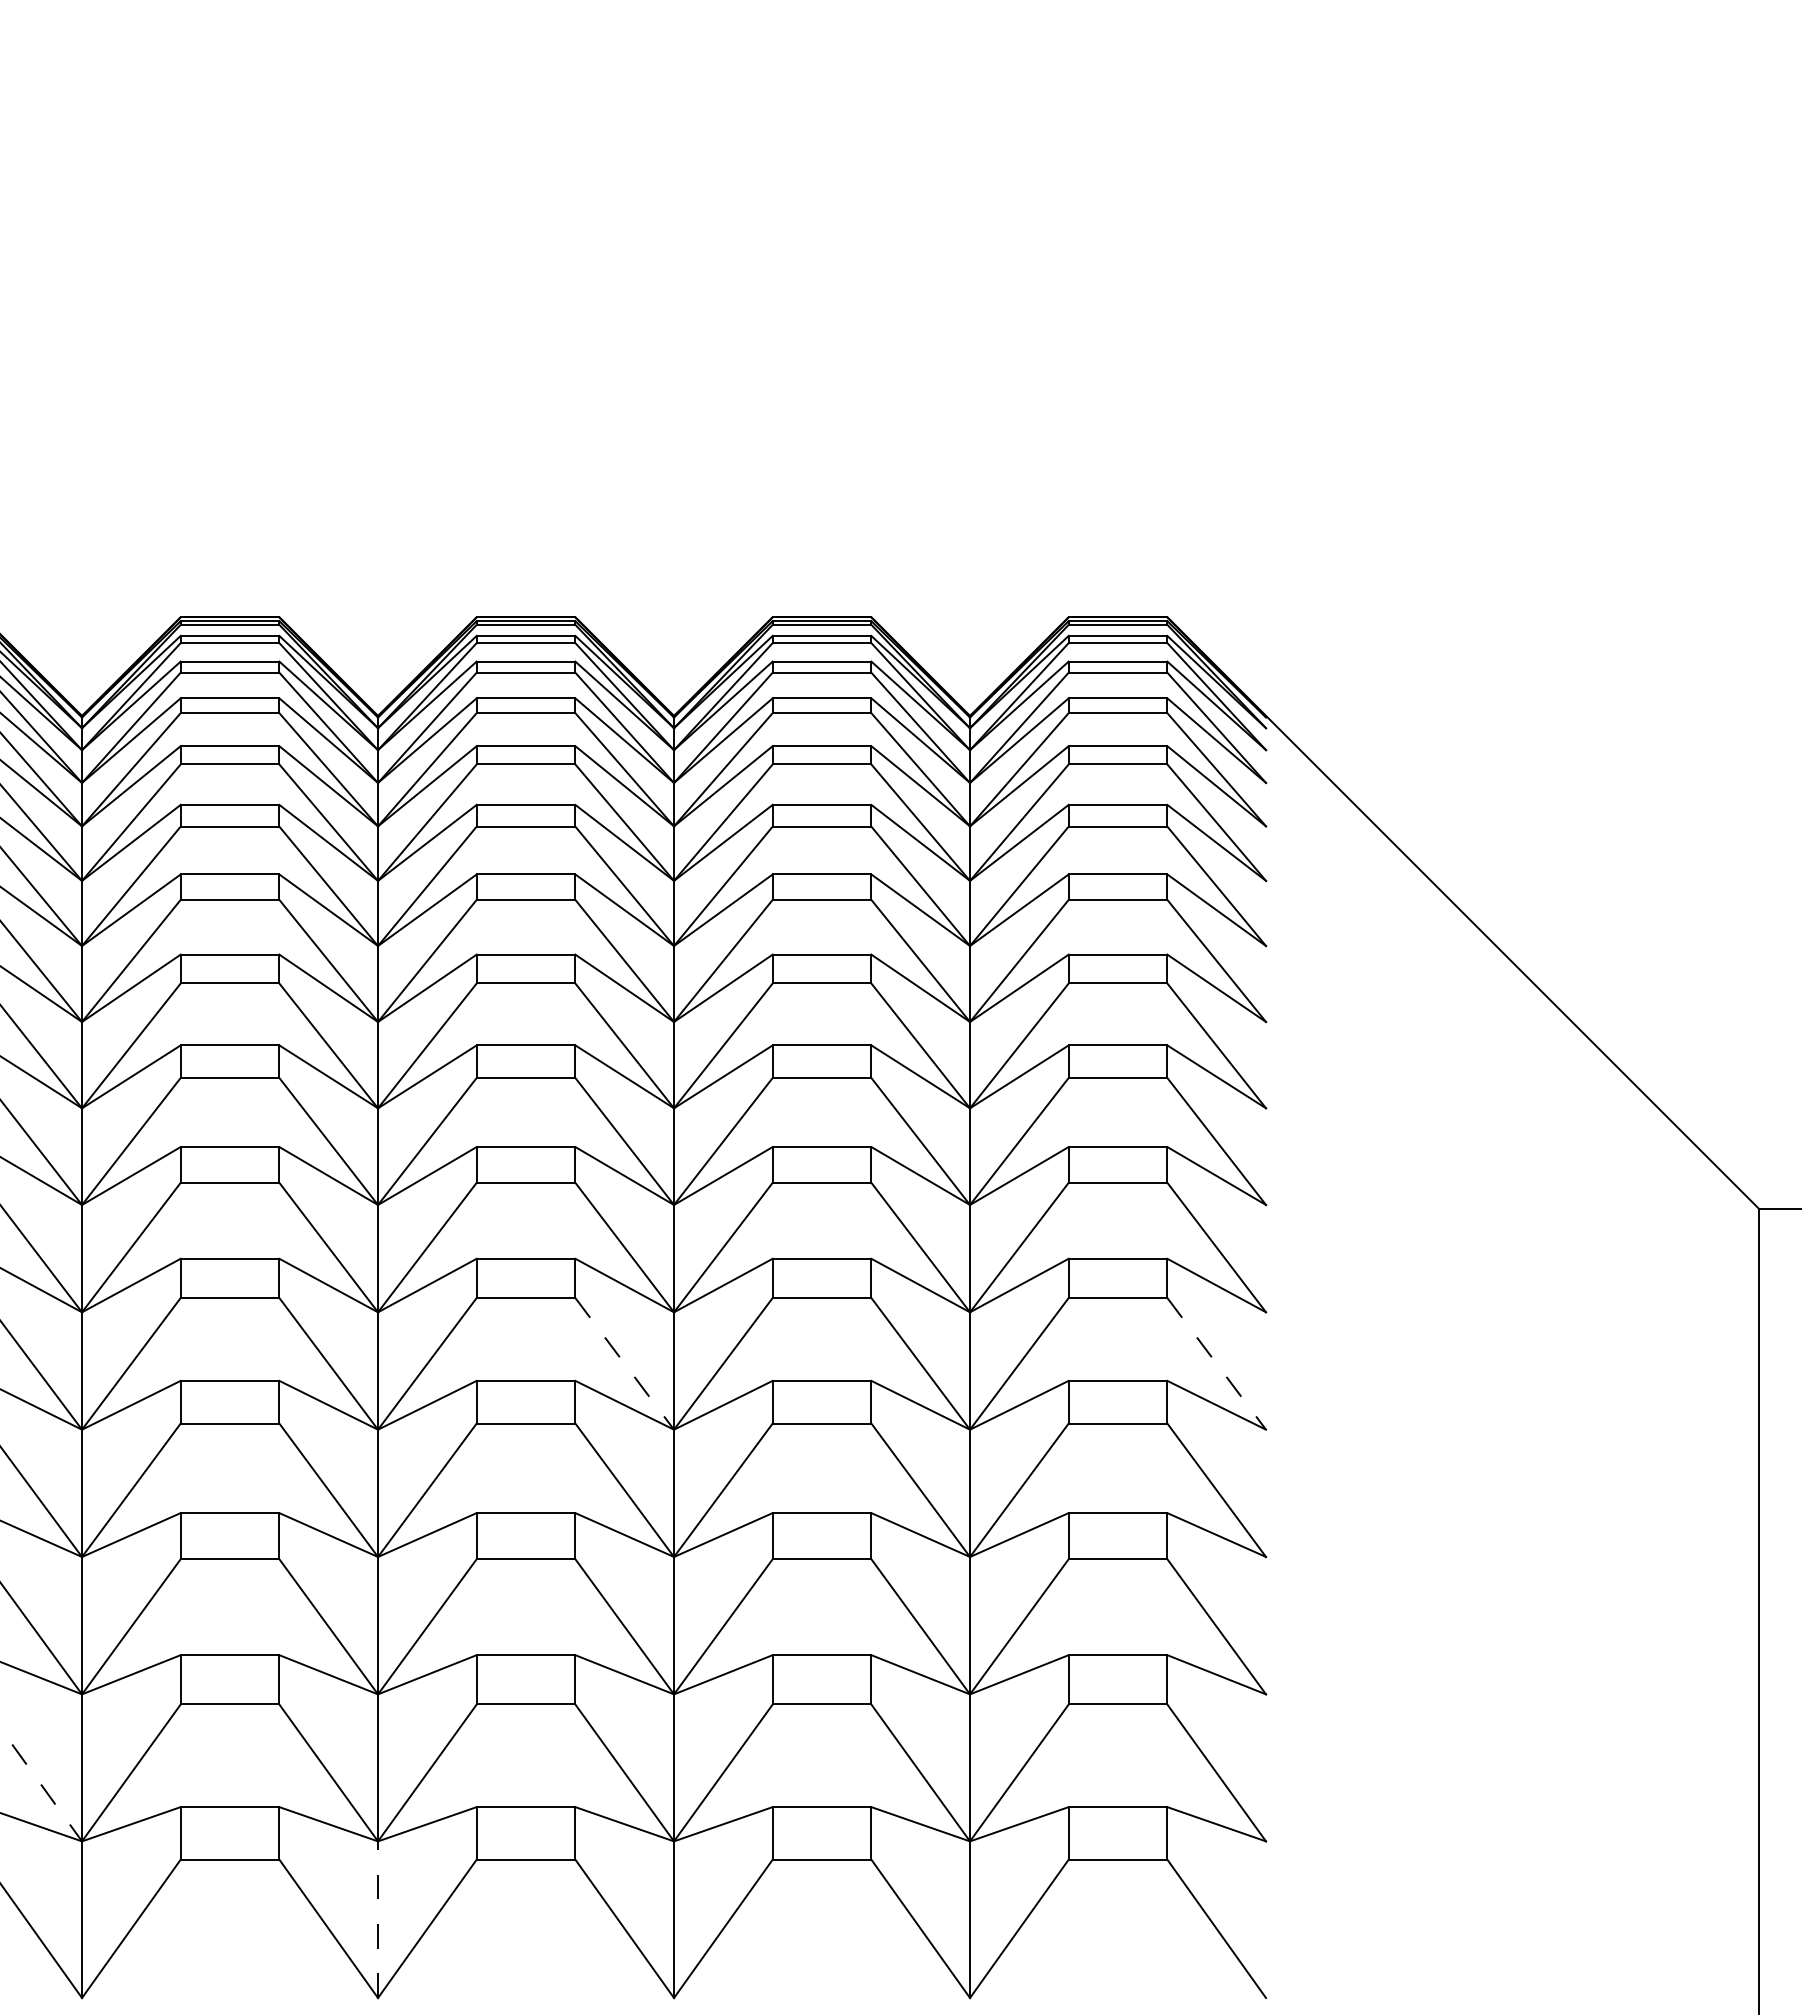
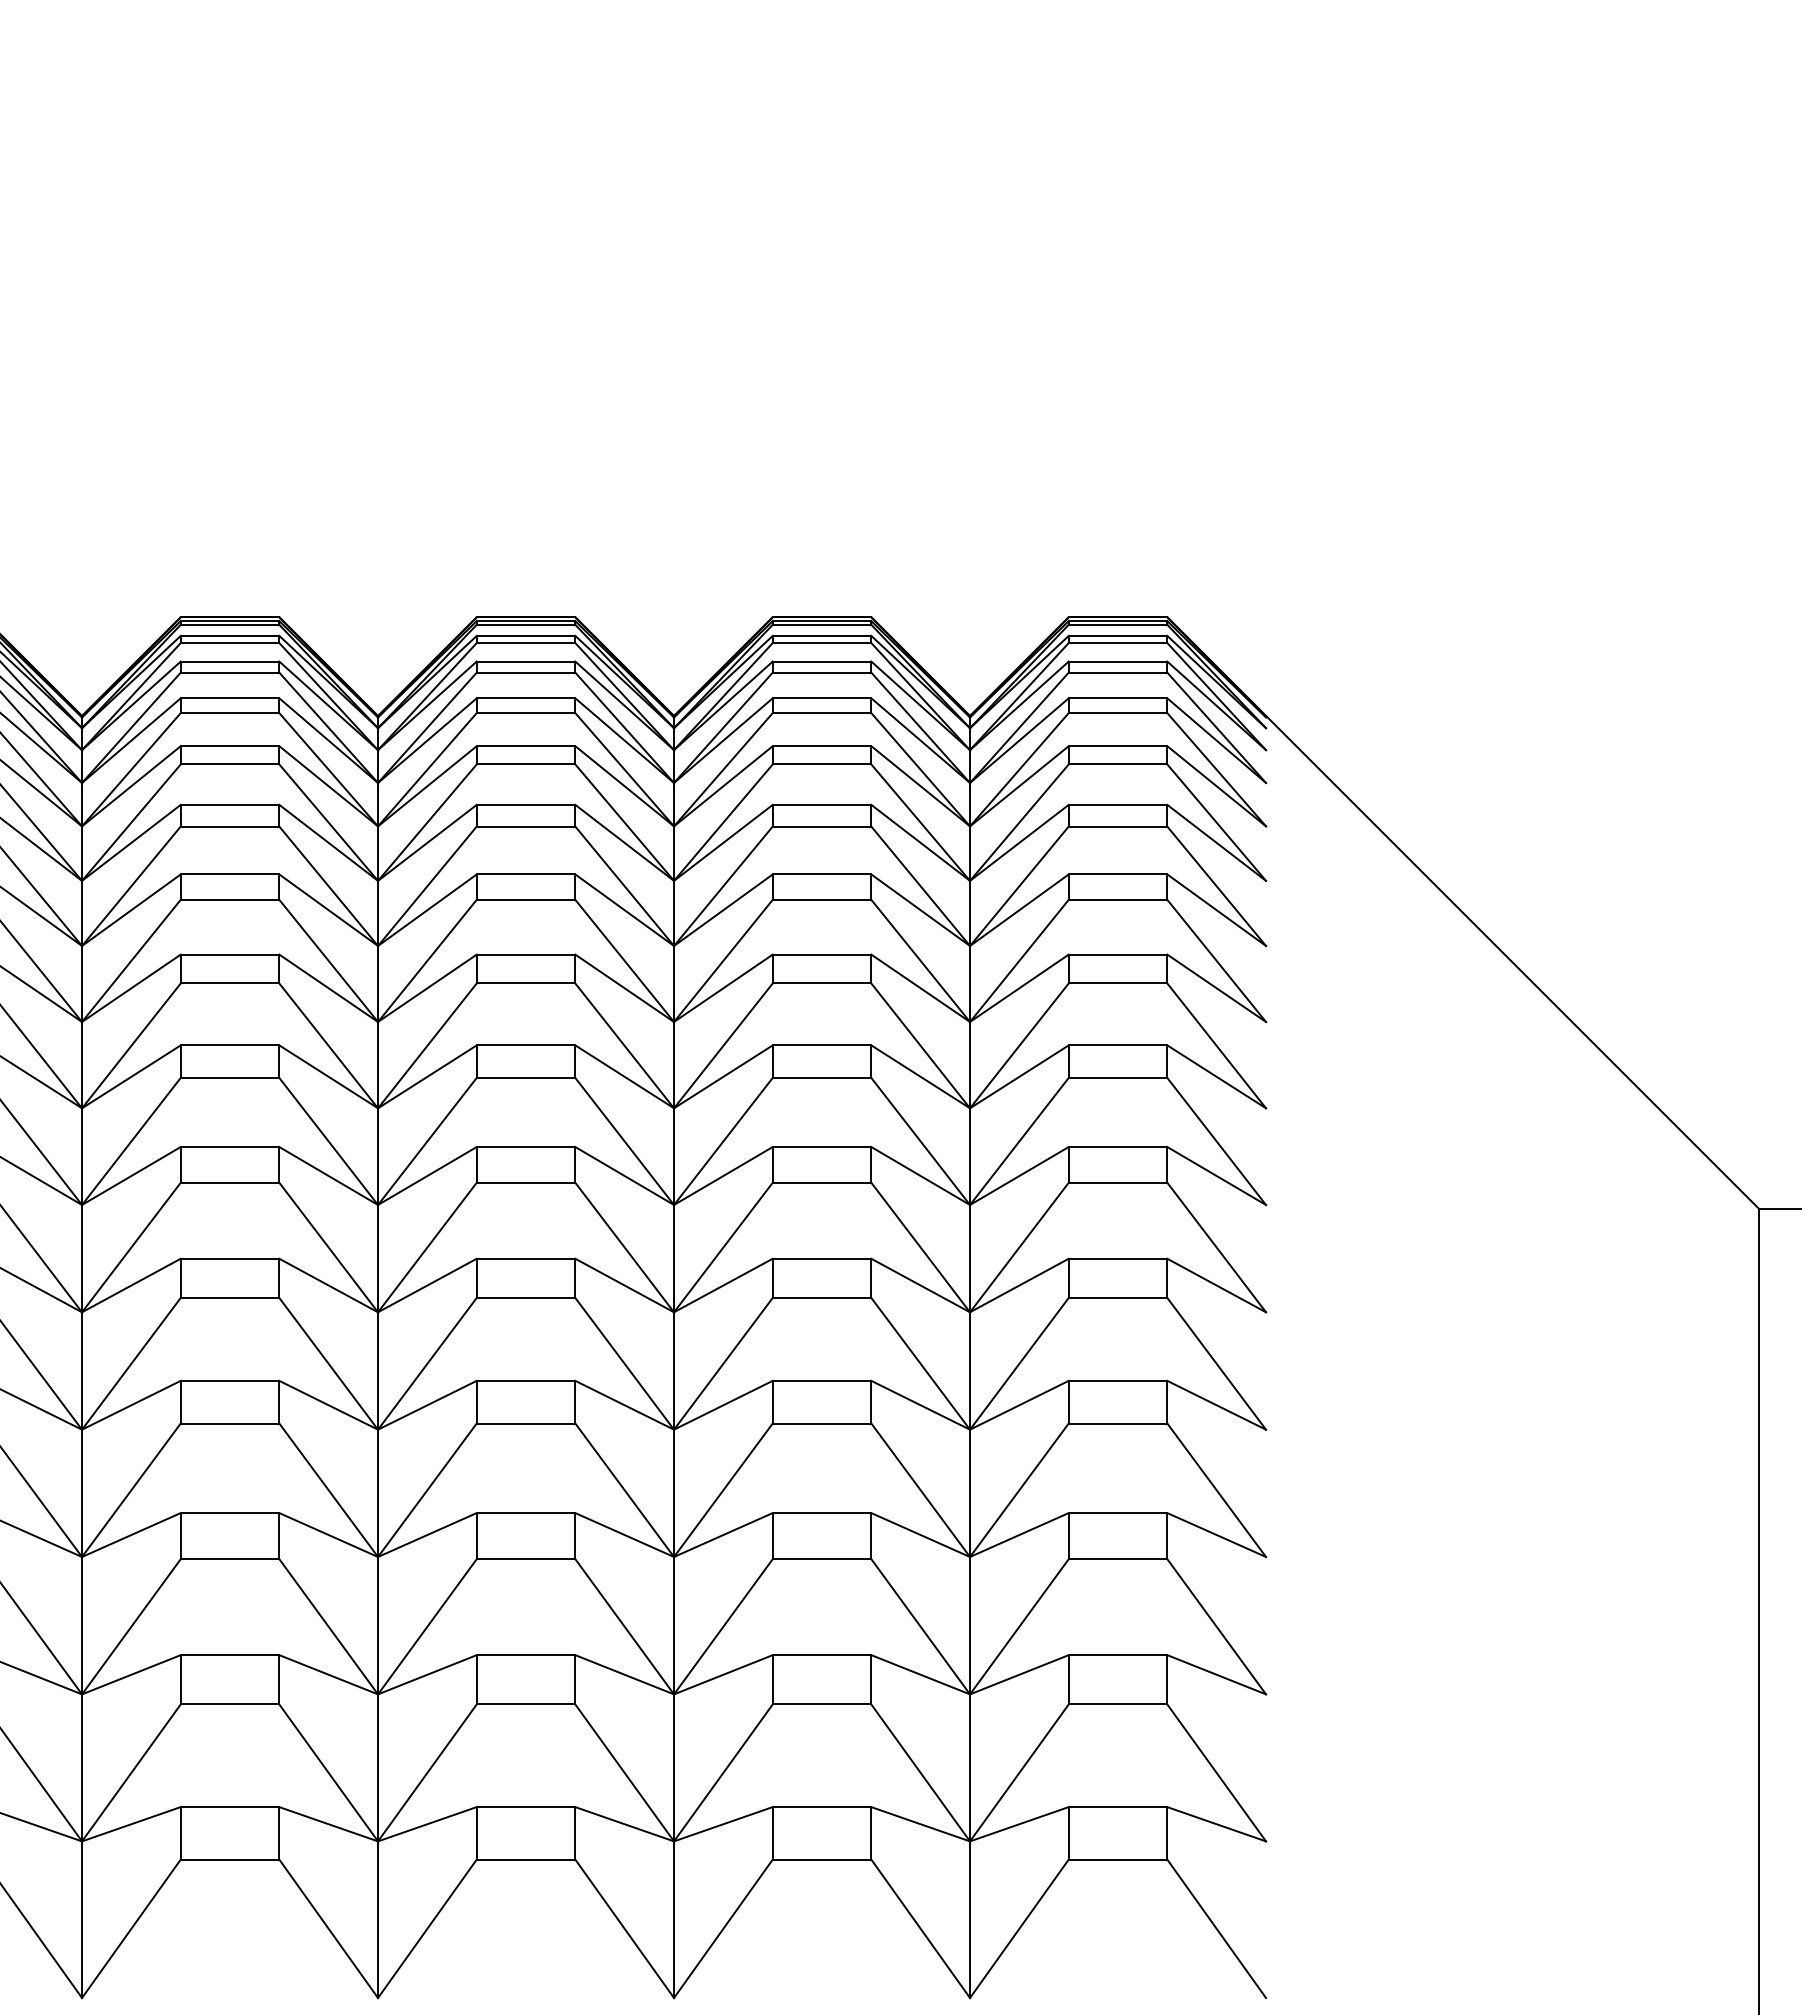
line at (625, 1364): dashed -> solid
line at (1216, 1364): dashed -> solid
line at (41, 1784): dashed -> solid
line at (378, 1919): dashed -> solid
